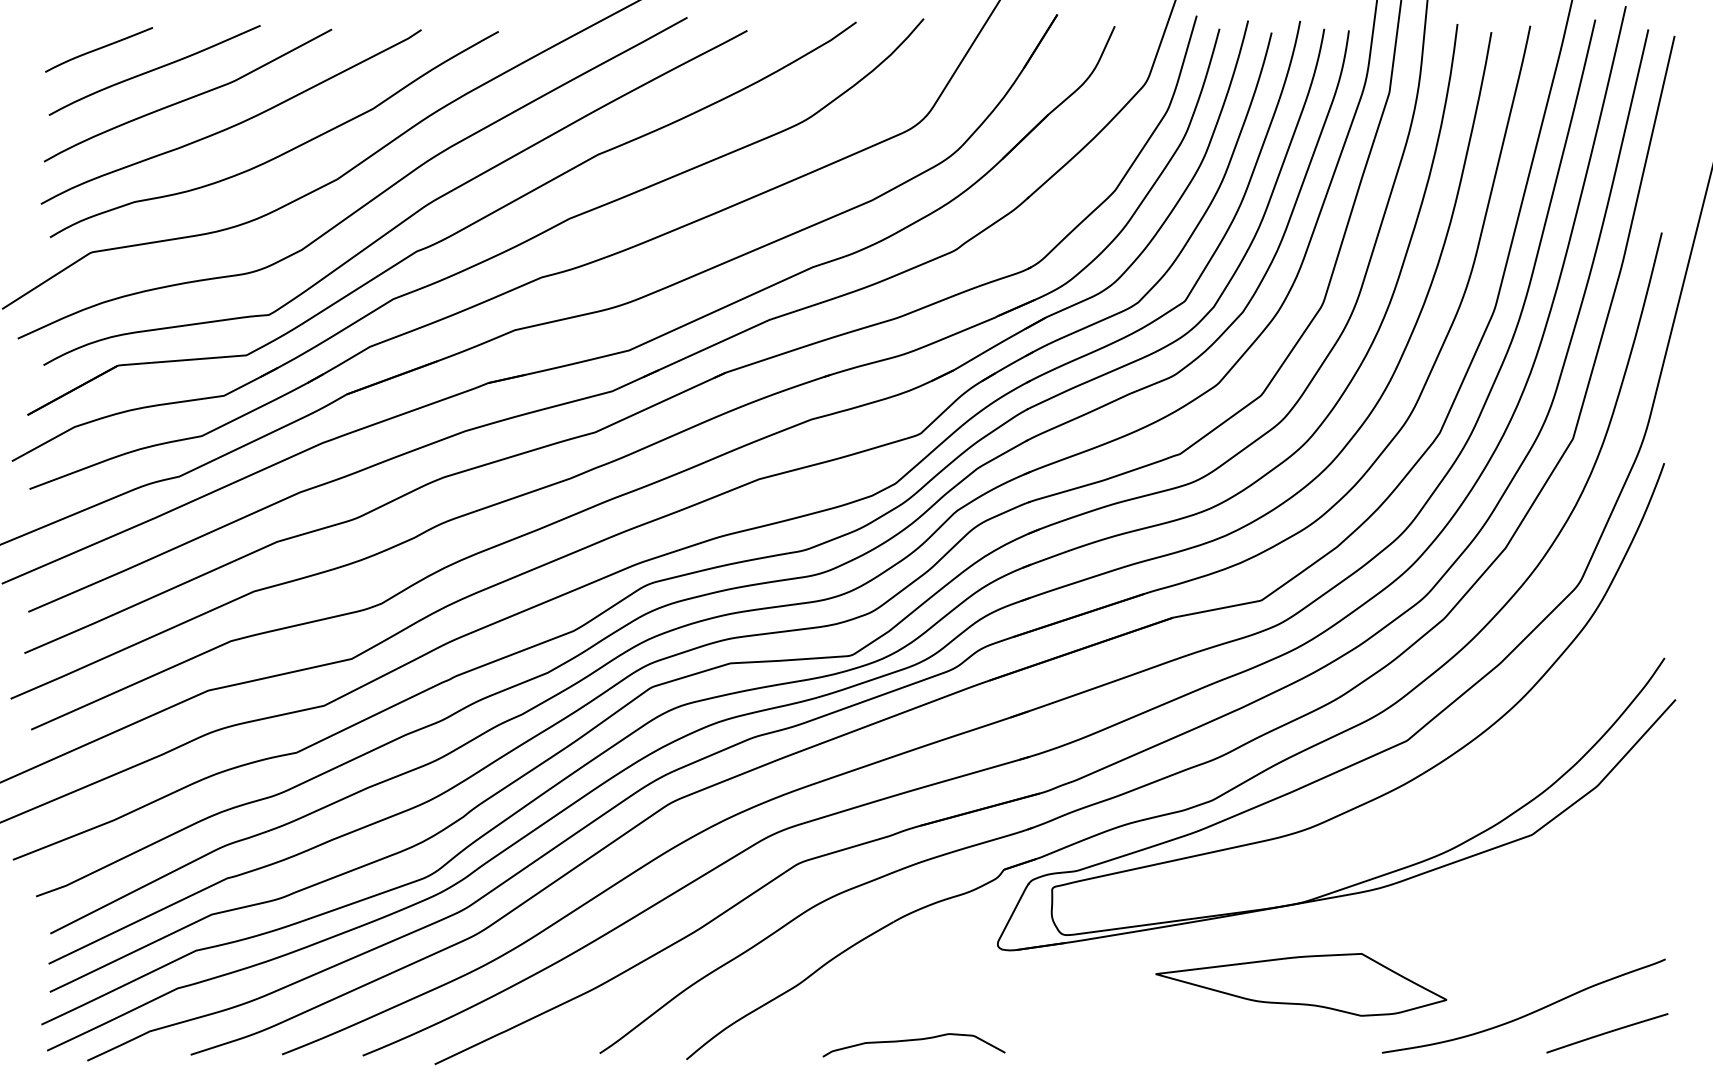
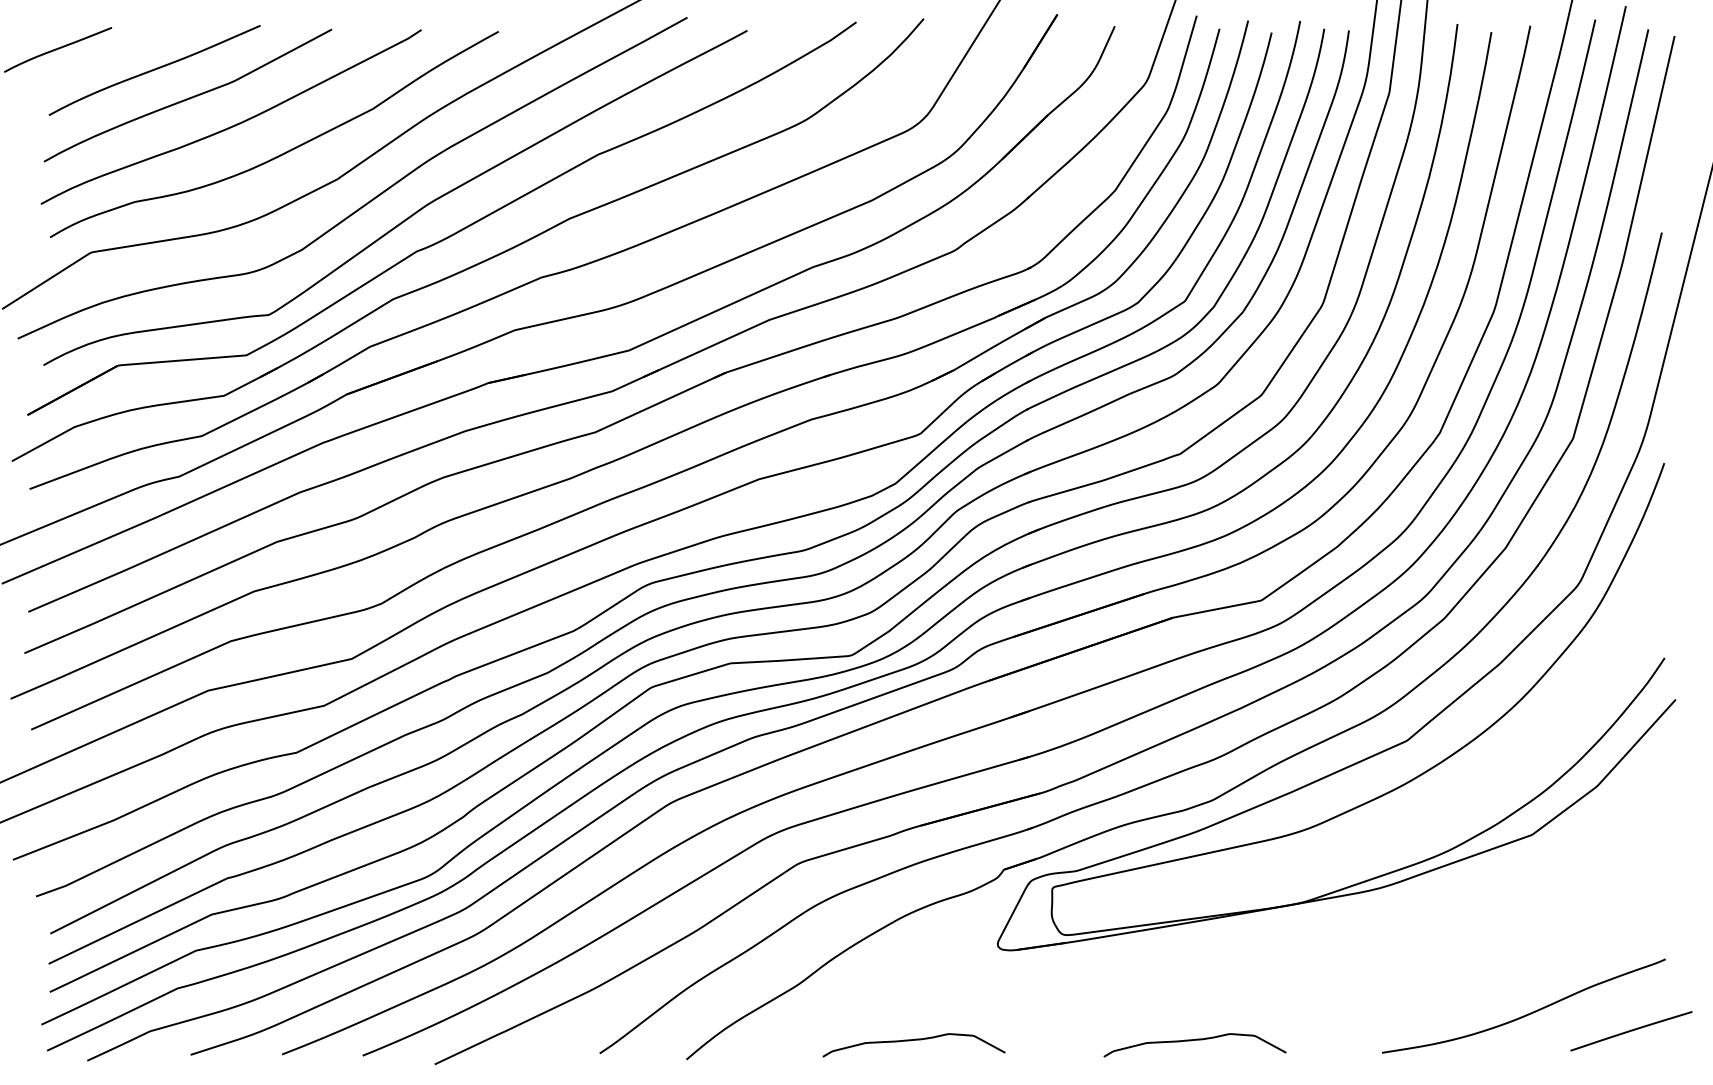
curve at (99, 49) position: (99, 49) -> (58, 49)
part at (1301, 984): present -> none
line at (1607, 1033) position: (1607, 1033) -> (1631, 1031)
curve at (1194, 1040): none -> present
